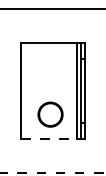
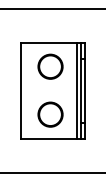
circle at (50, 66): none -> present
line at (49, 138): dashed -> solid
line at (53, 172): dashed -> solid
